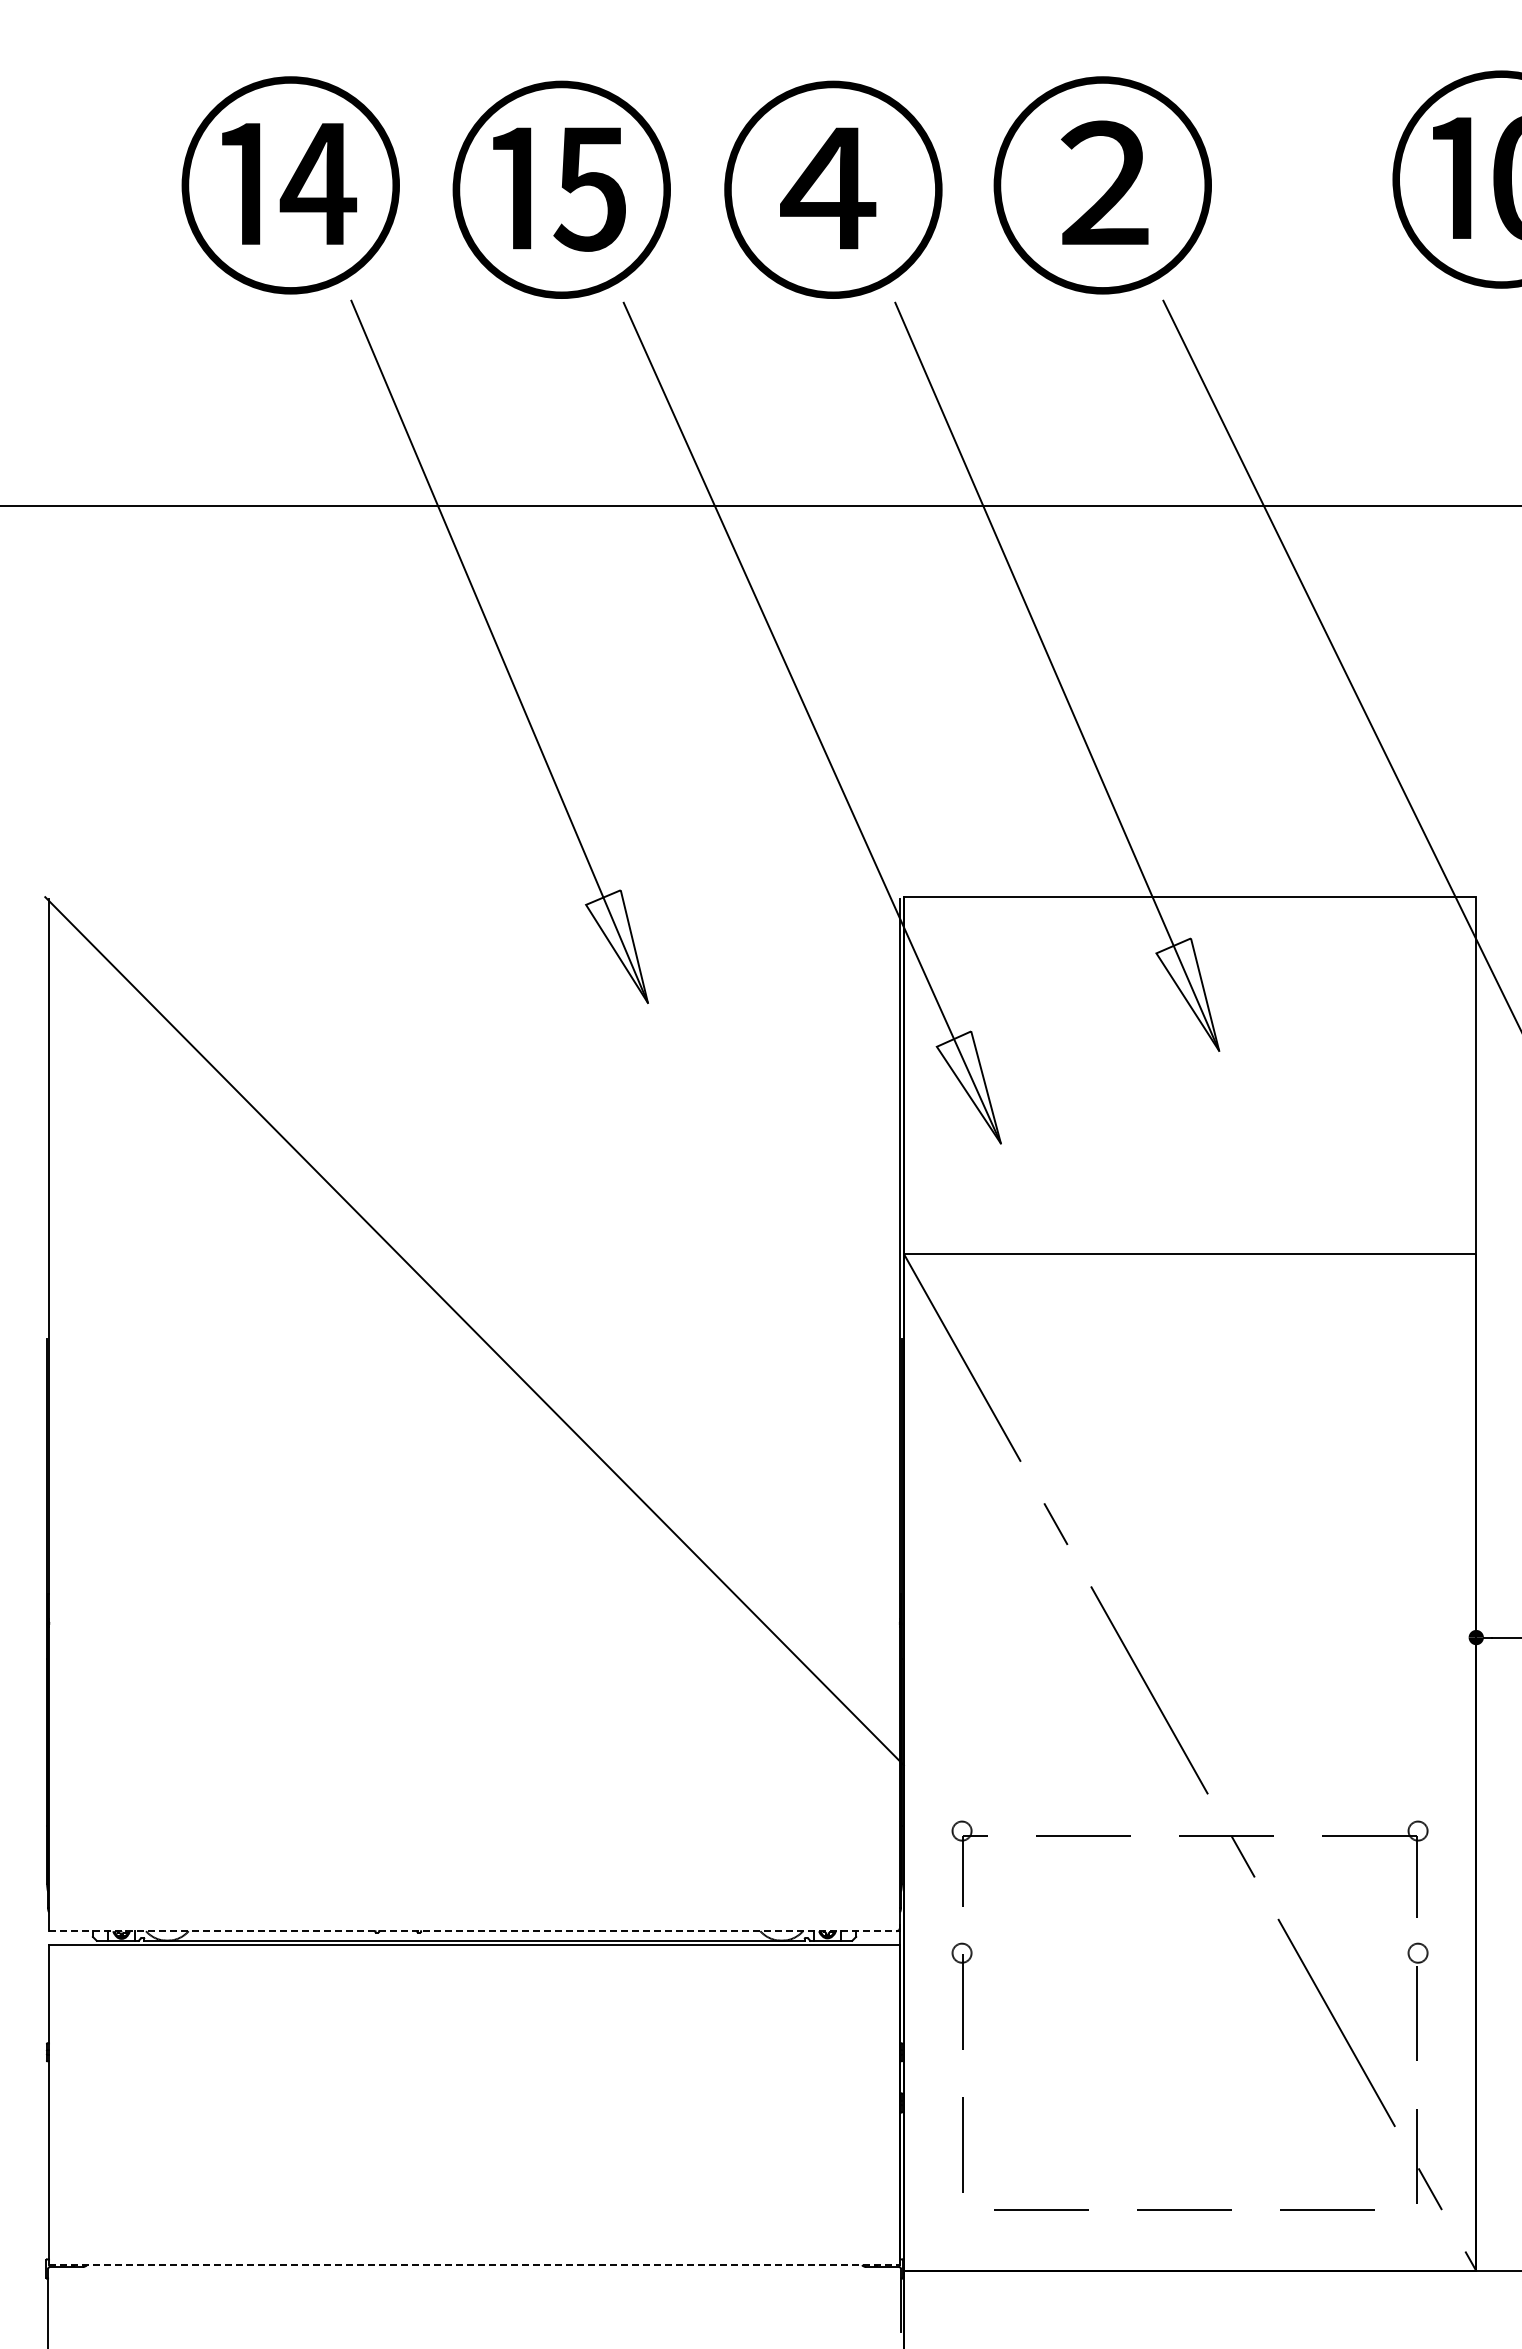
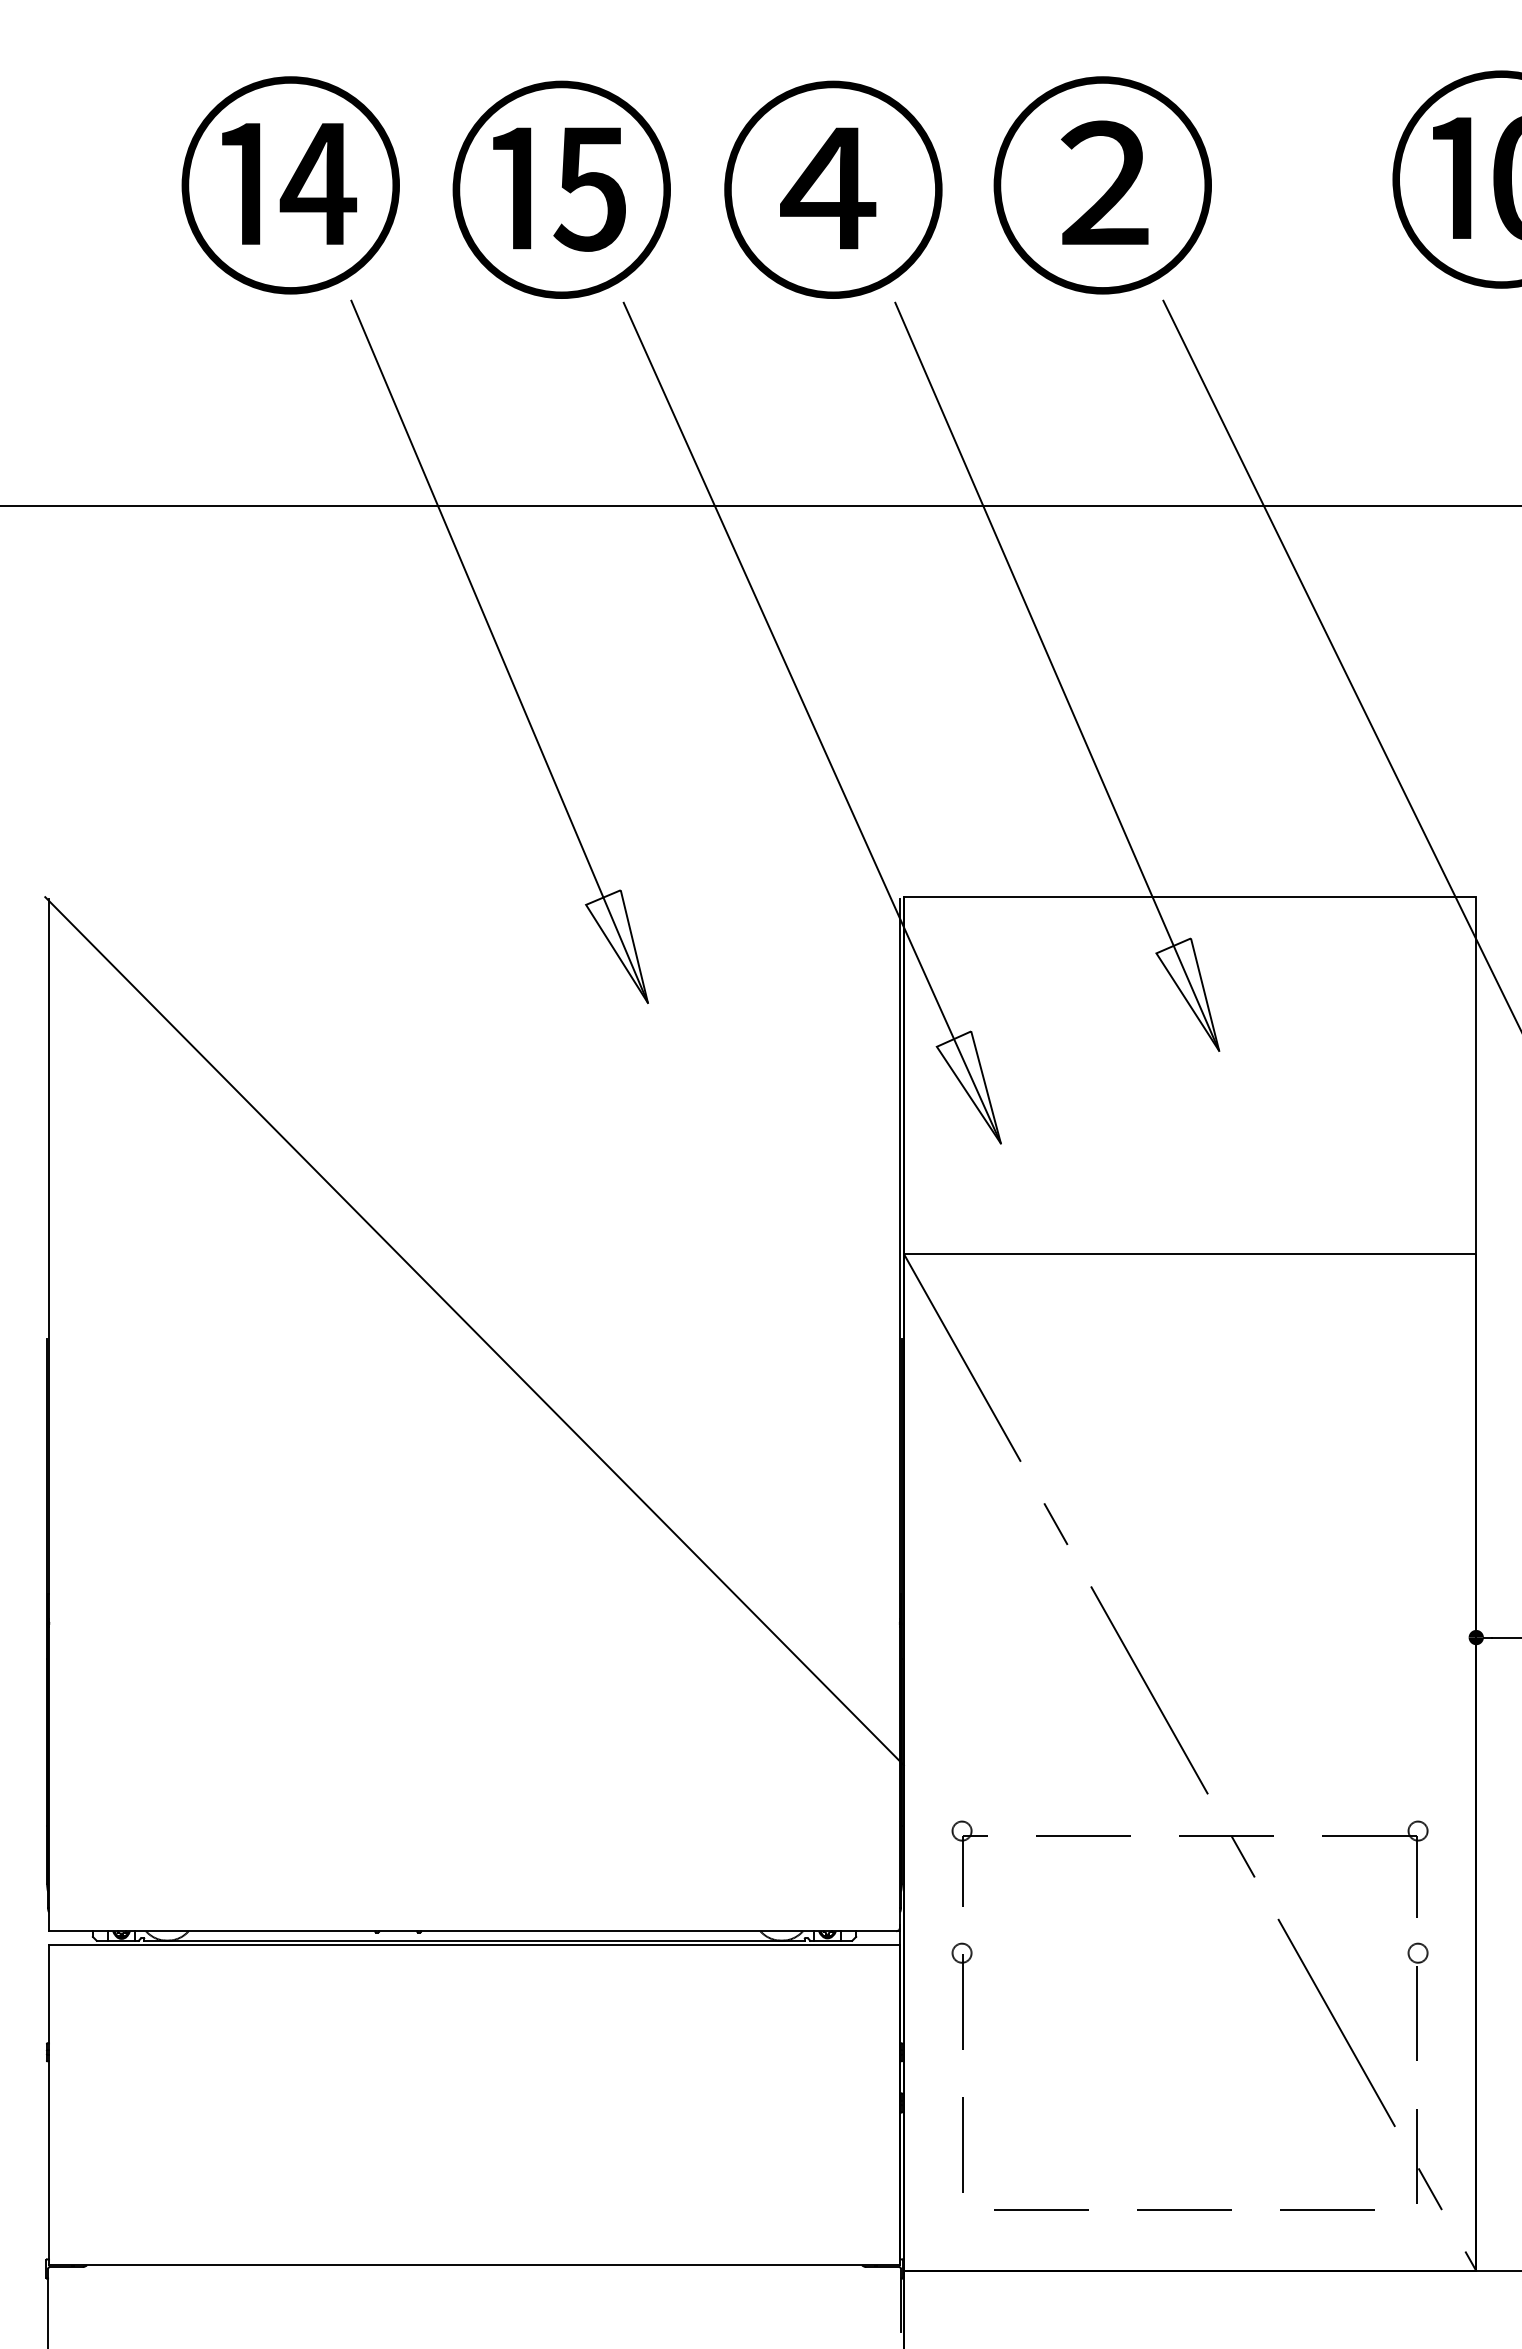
line at (475, 1931): dashed -> solid
line at (475, 2265): dashed -> solid
